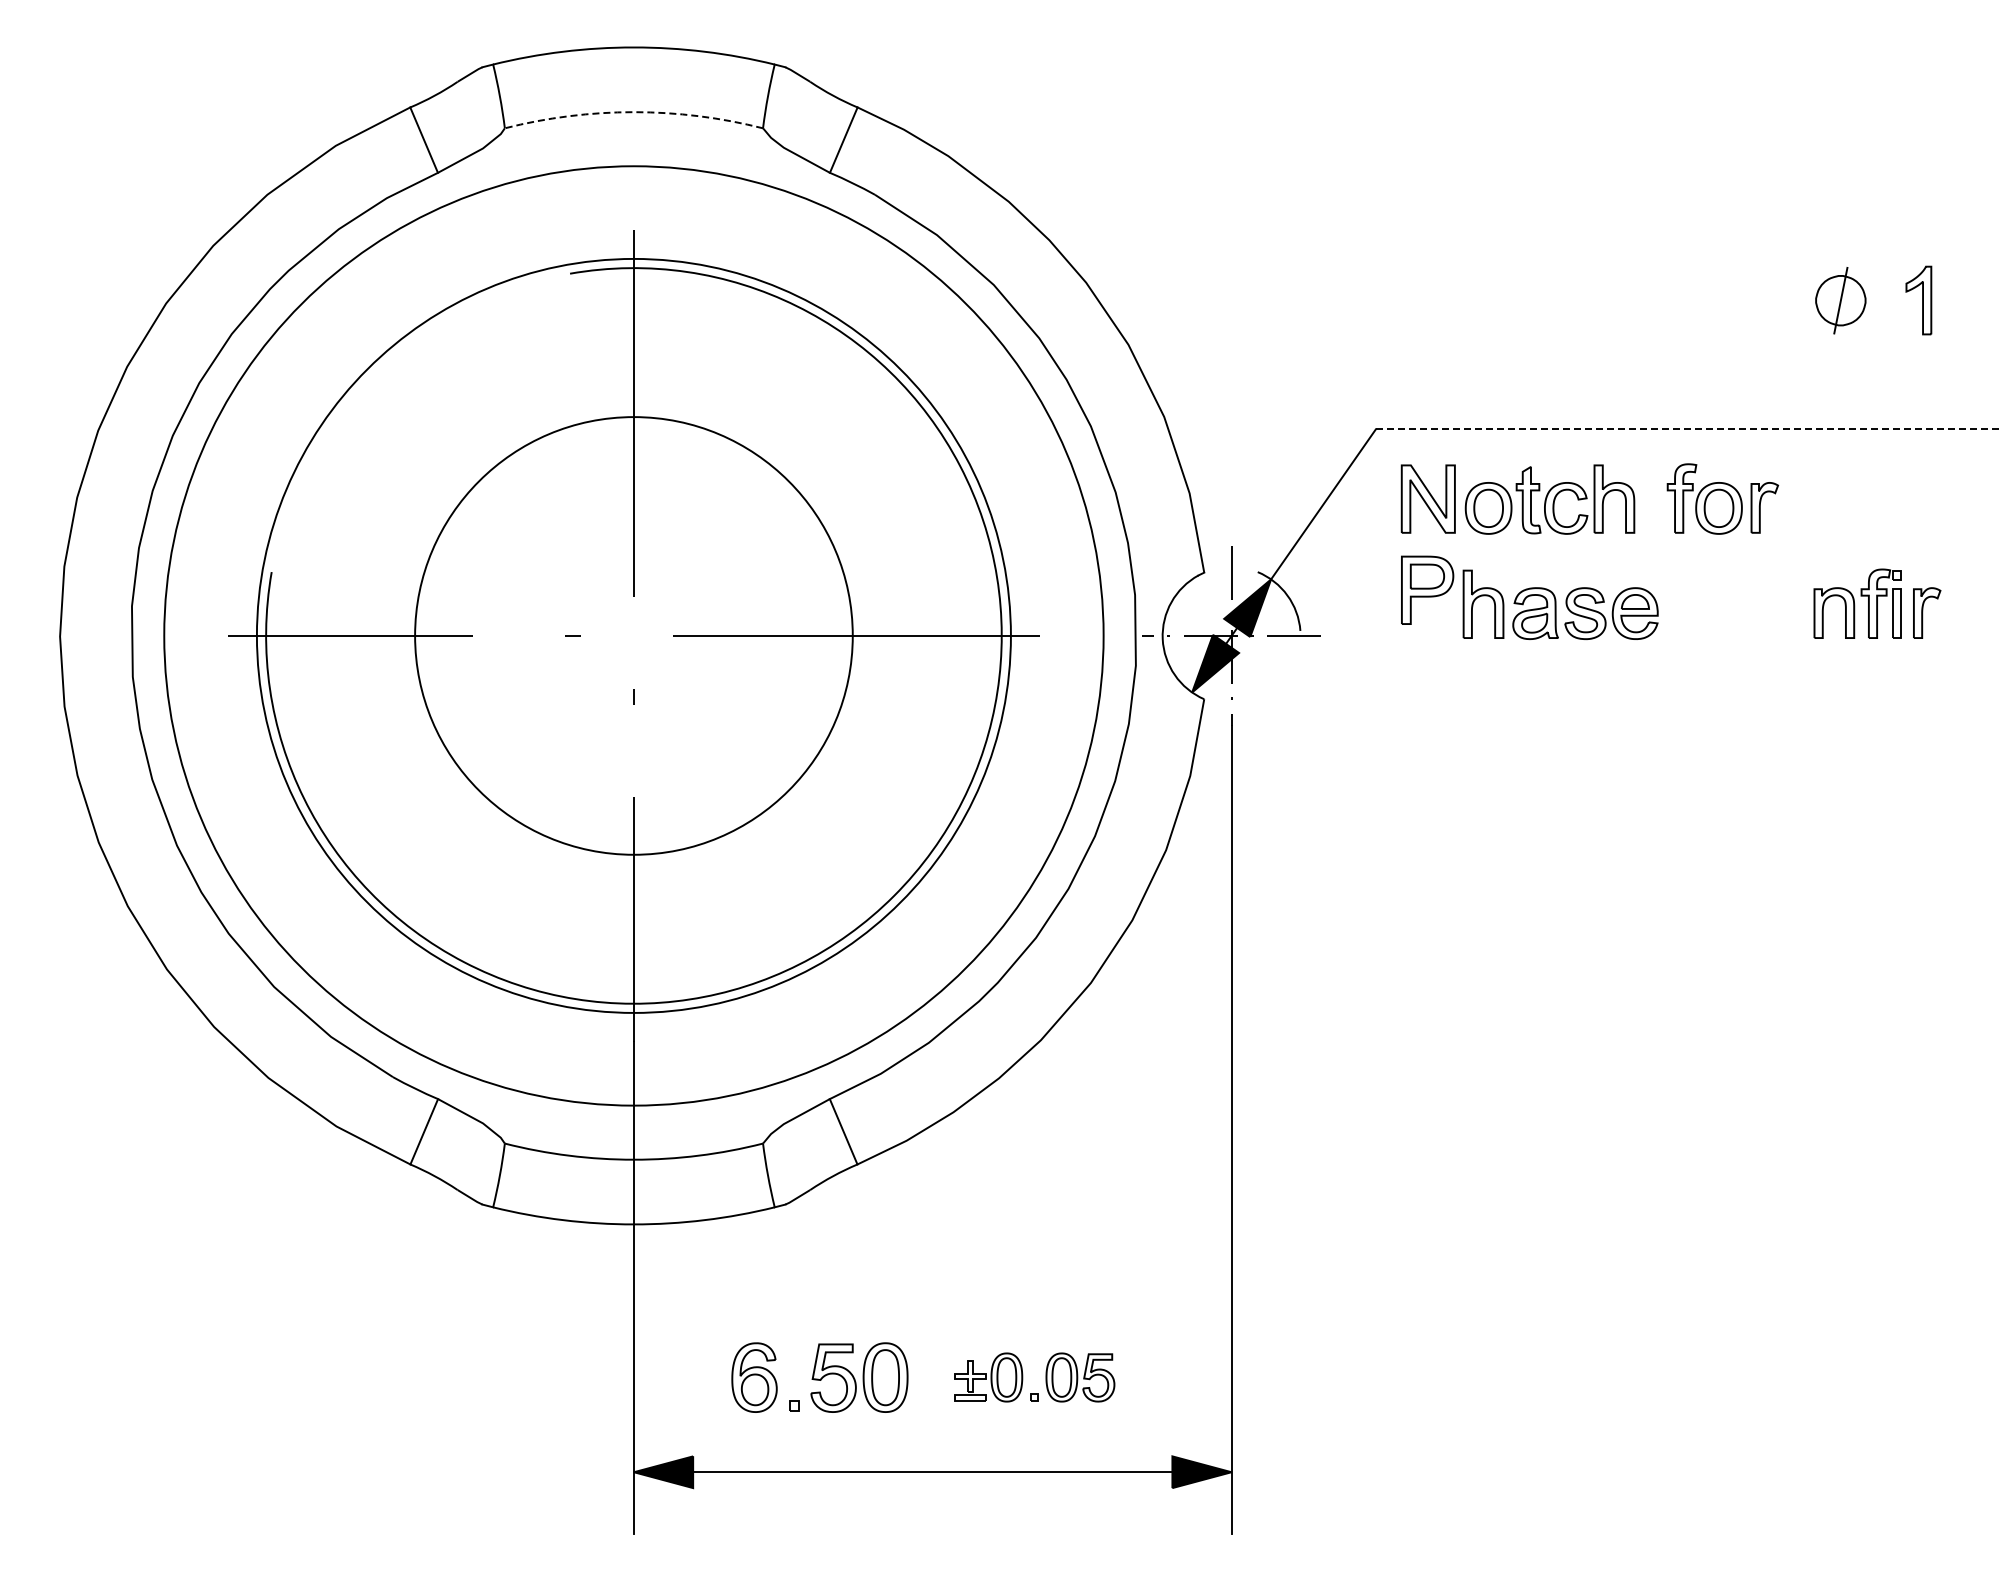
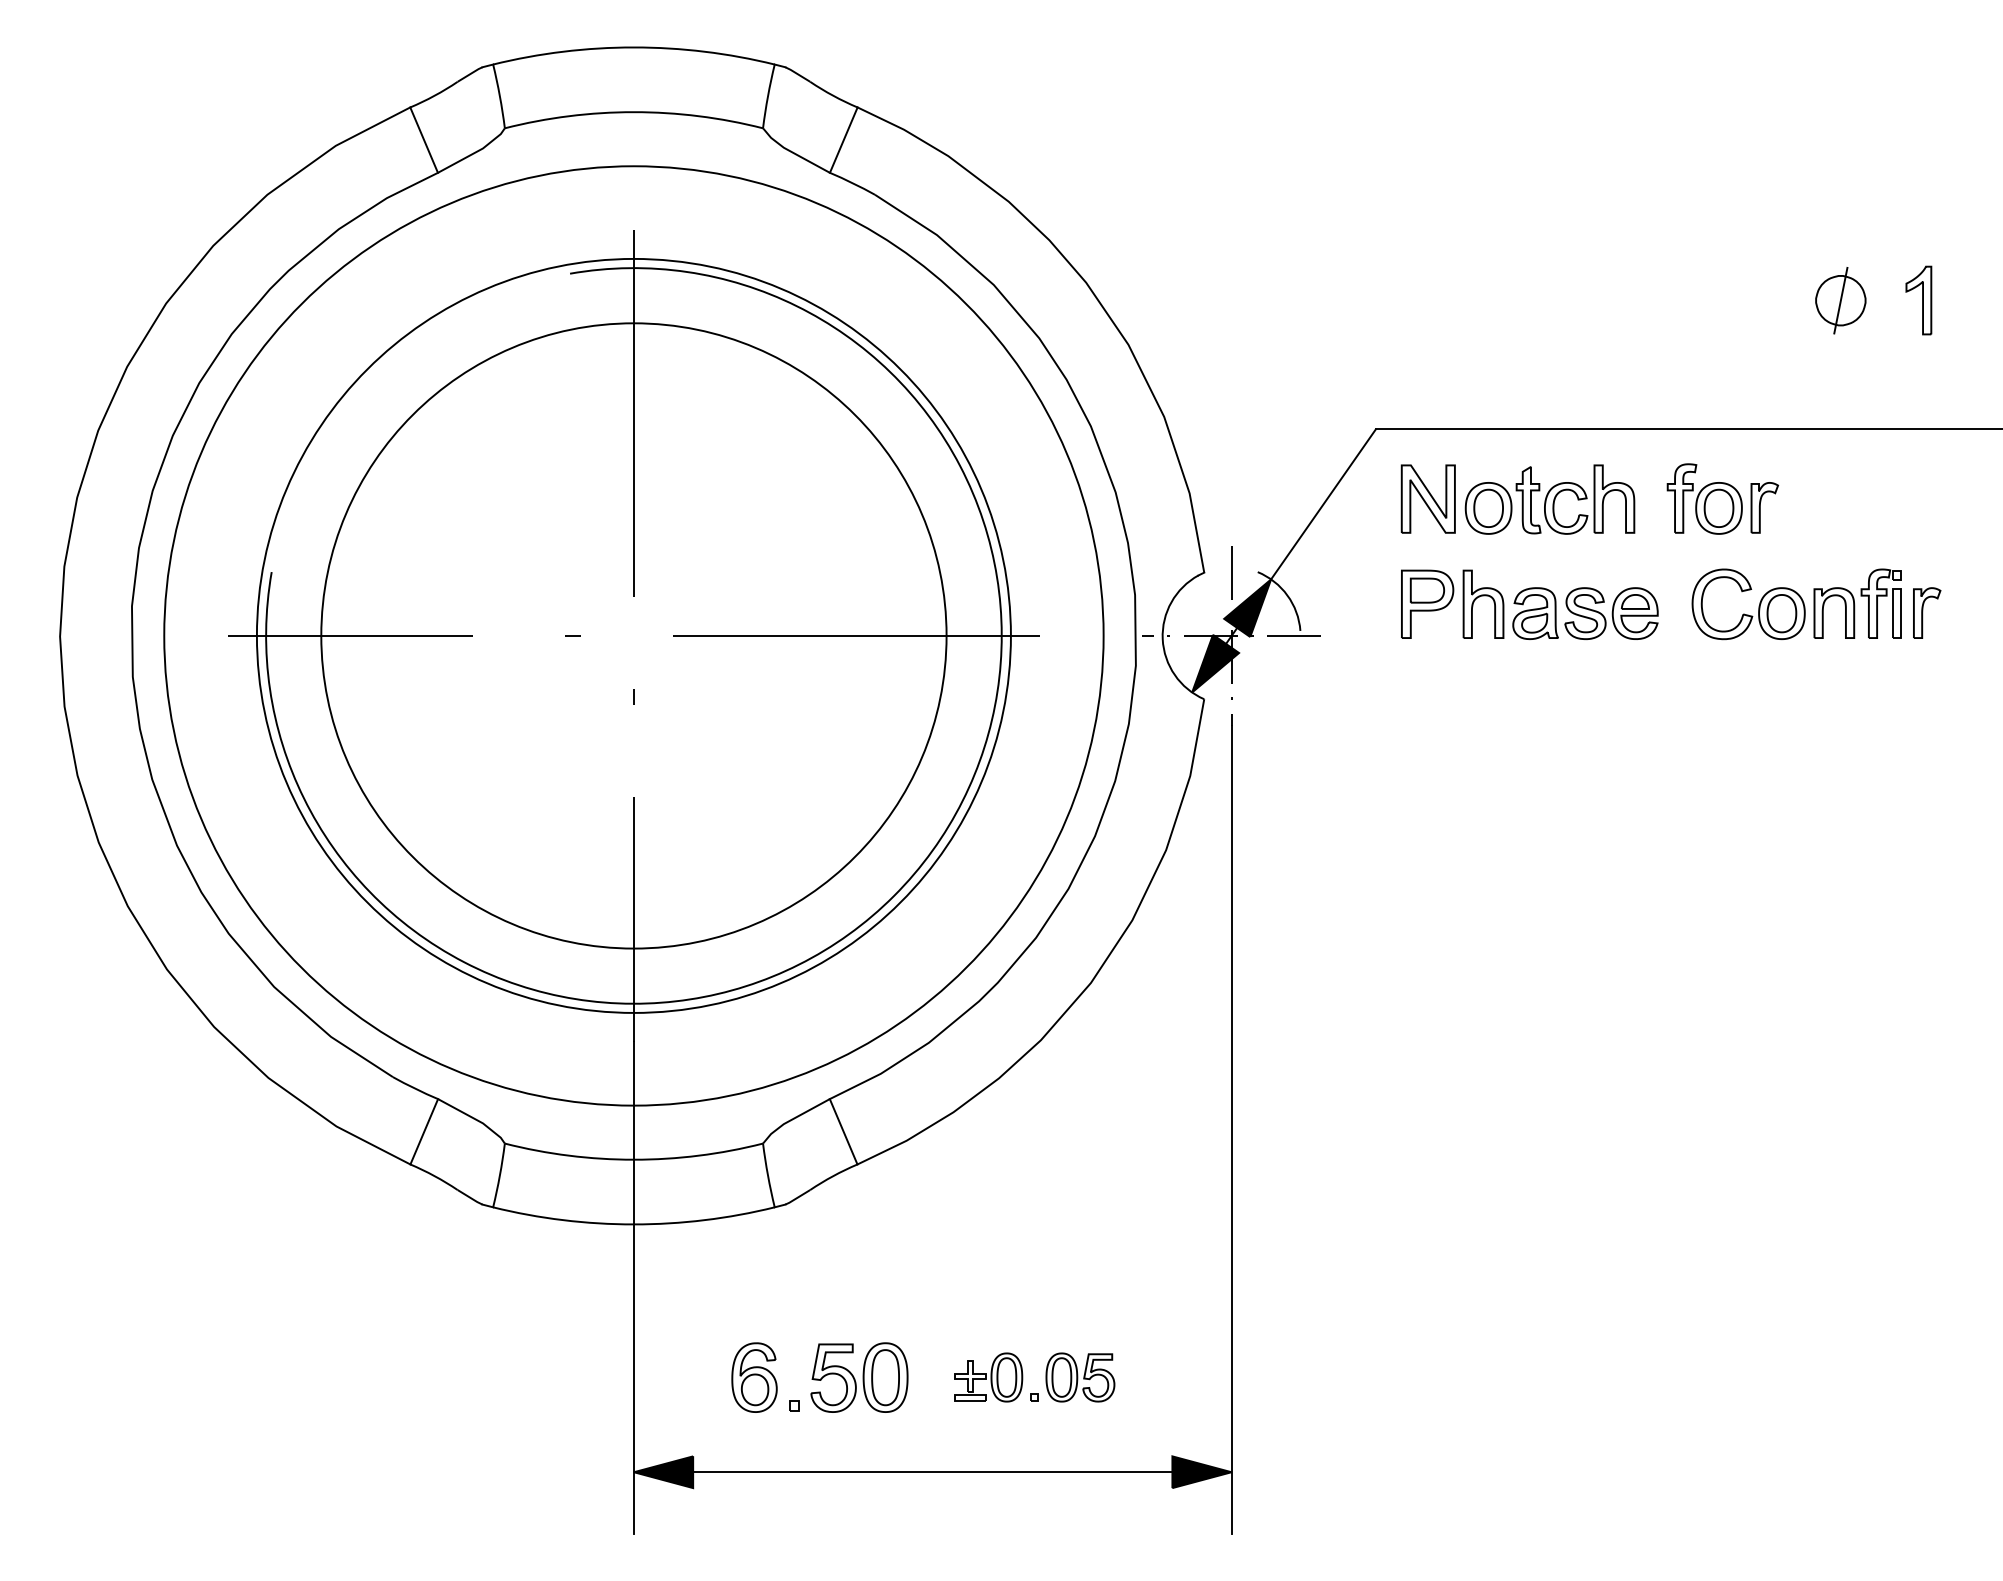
arc at (633, 112): dashed -> solid
line at (1689, 429): dashed -> solid
part at (1427, 589) position: (1427, 589) -> (1427, 603)
part at (1744, 613): none -> present
circle at (633, 635) diameter: 438 px -> 625 px
